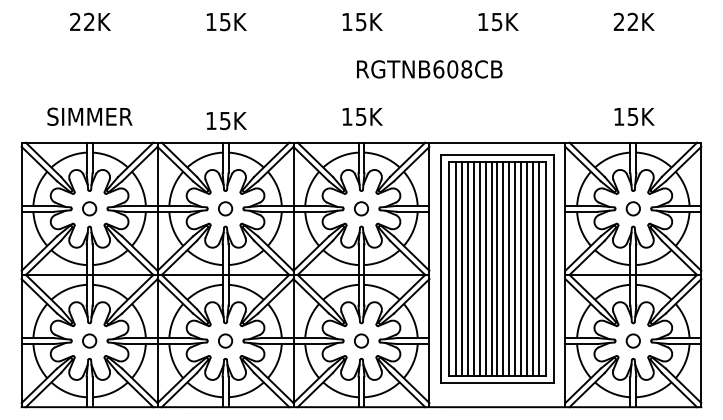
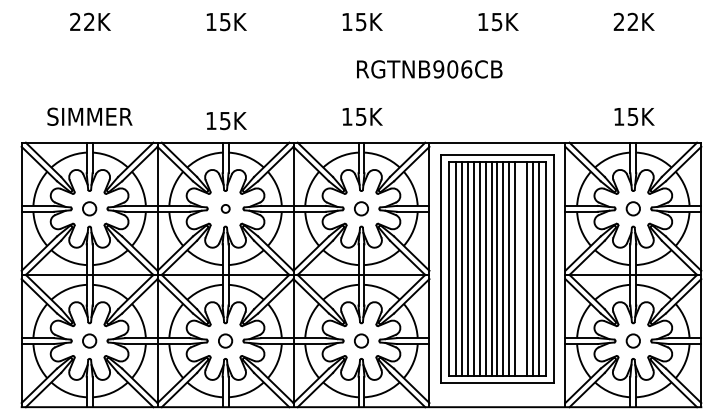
text at (452, 69): RGTNB608CB -> RGTNB906CB
circle at (225, 208) size: 16x16 px -> 11x10 px
line at (521, 269): present -> none
